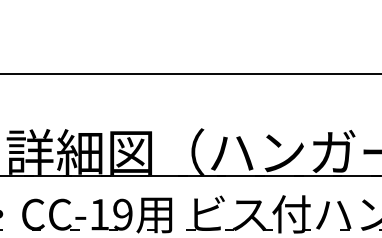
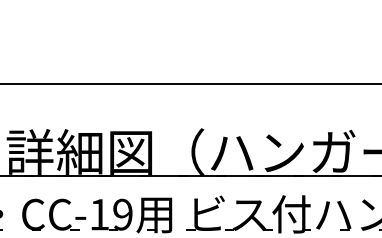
line at (190, 73) position: (190, 73) -> (190, 83)
